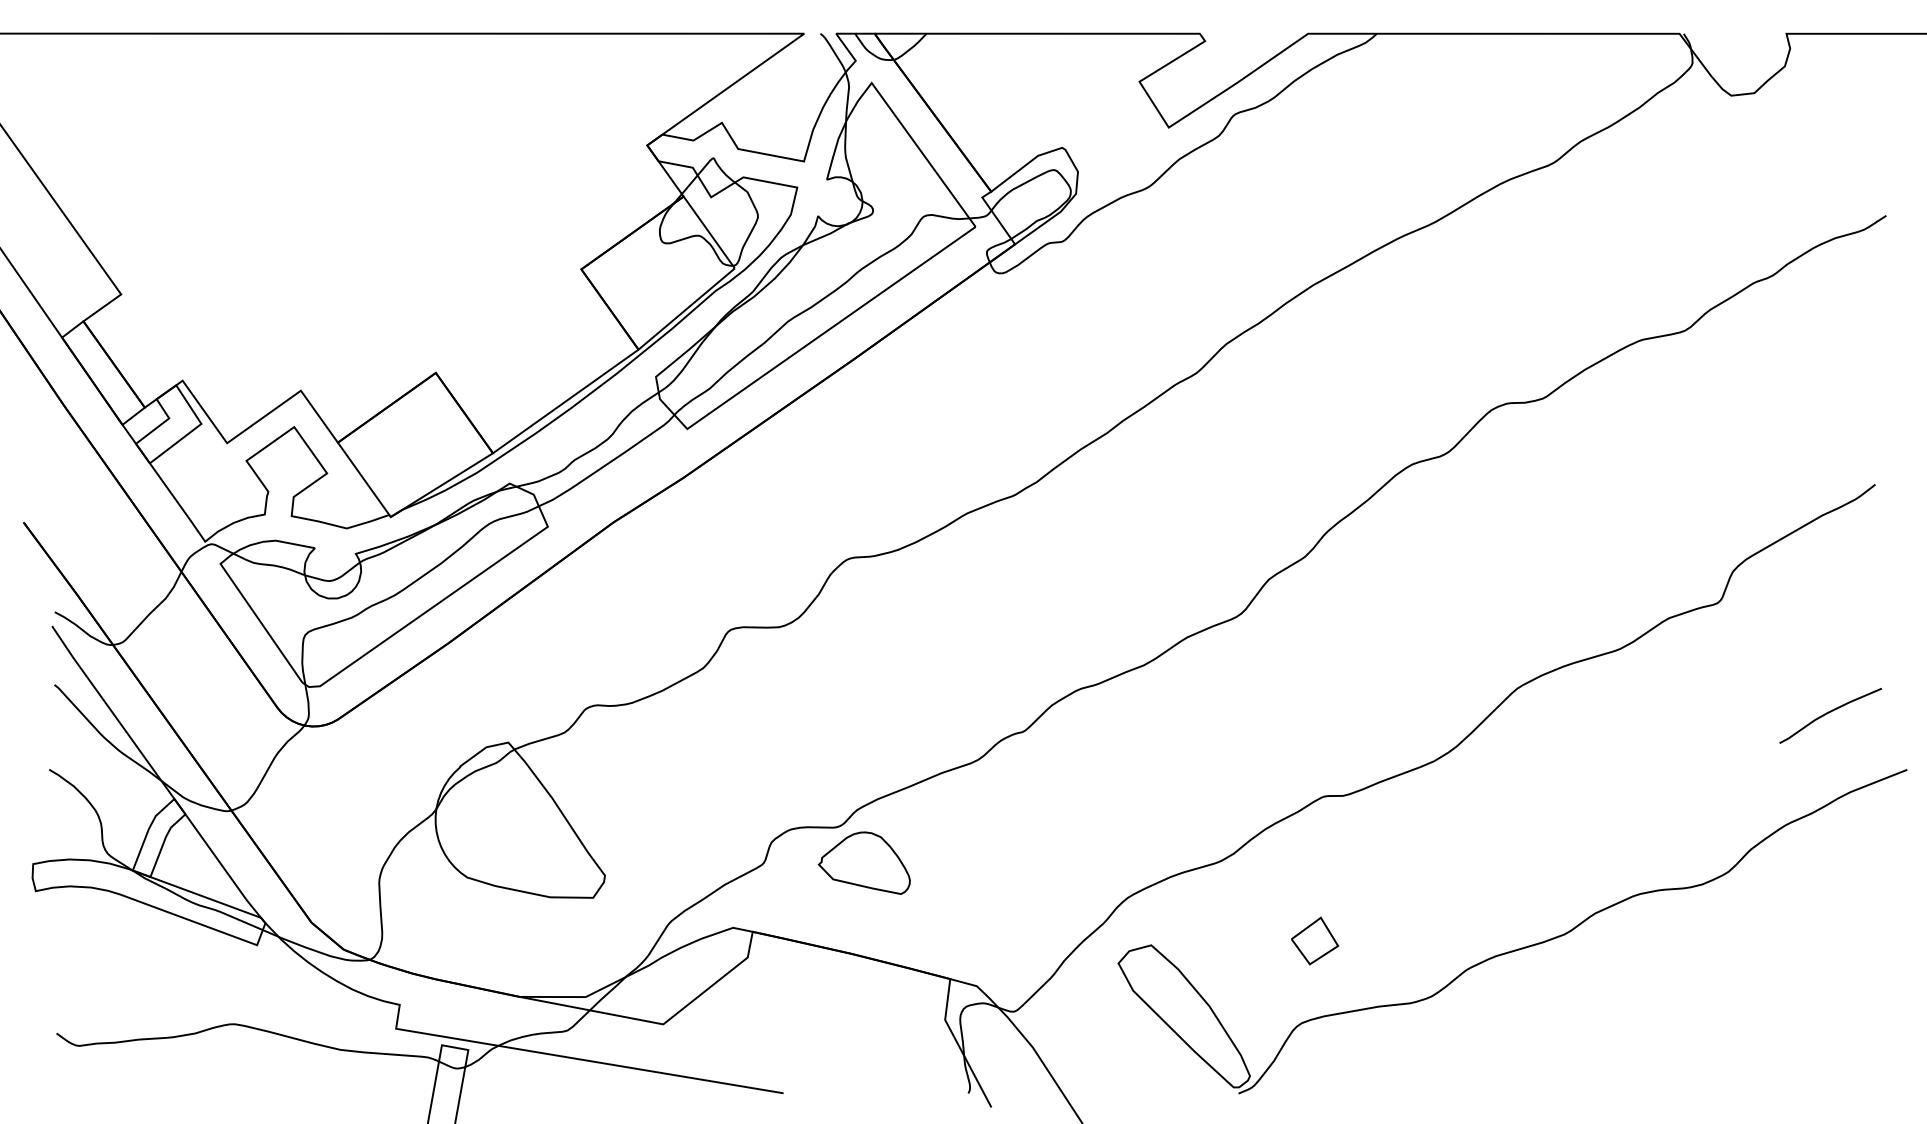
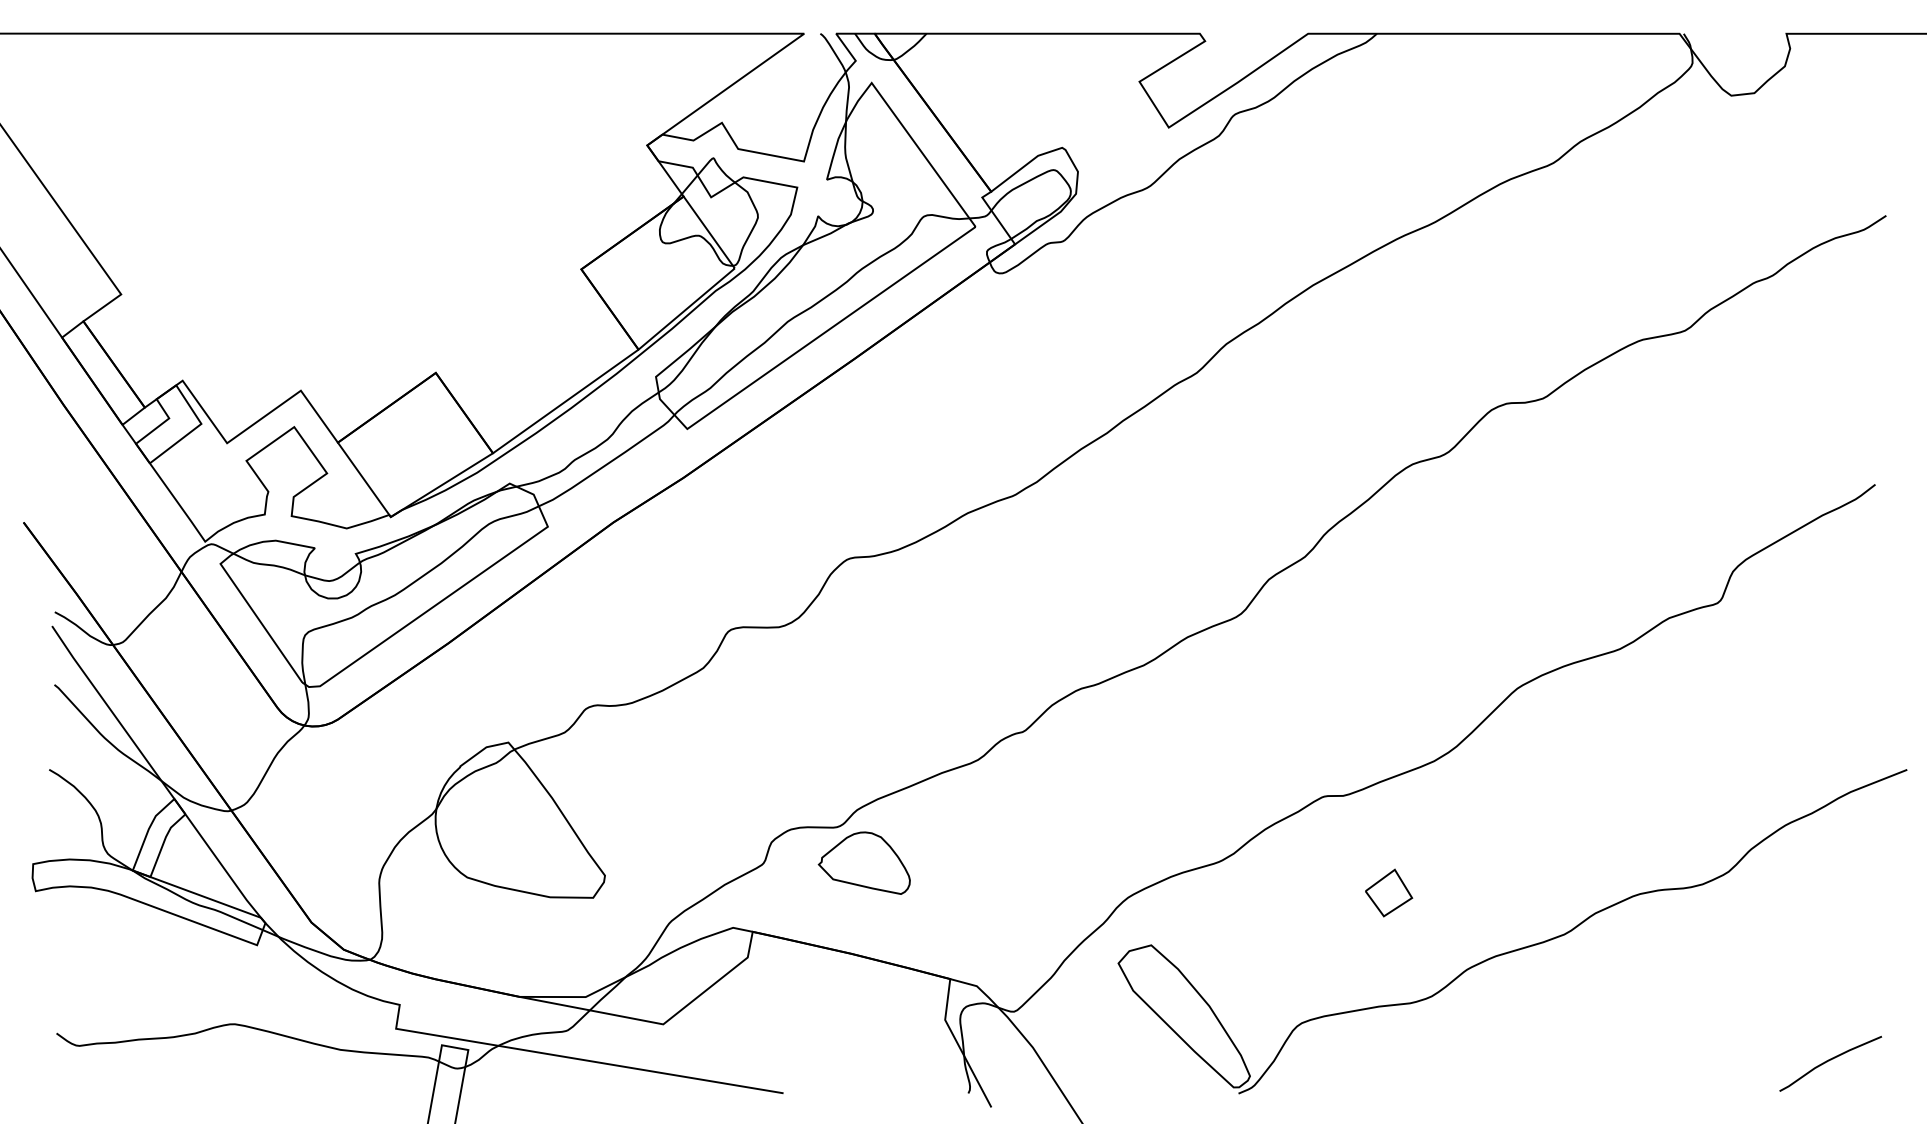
curve at (1829, 713) position: (1829, 713) -> (1829, 1061)
part at (1315, 940) position: (1315, 940) -> (1389, 892)
